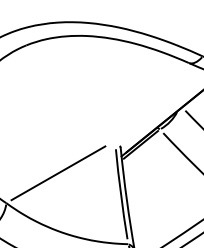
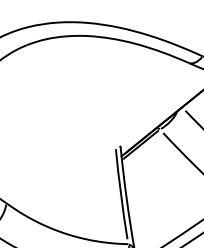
line at (58, 173): present -> none
